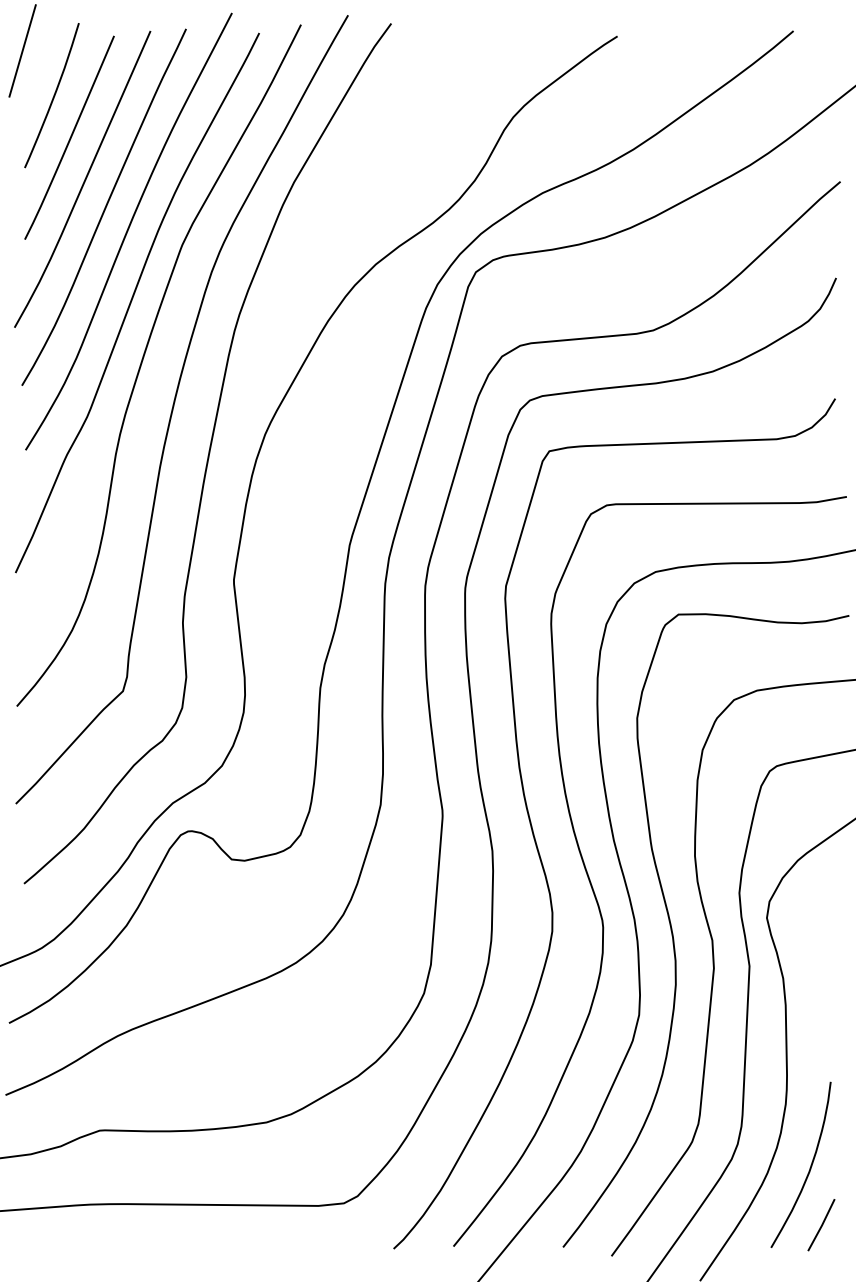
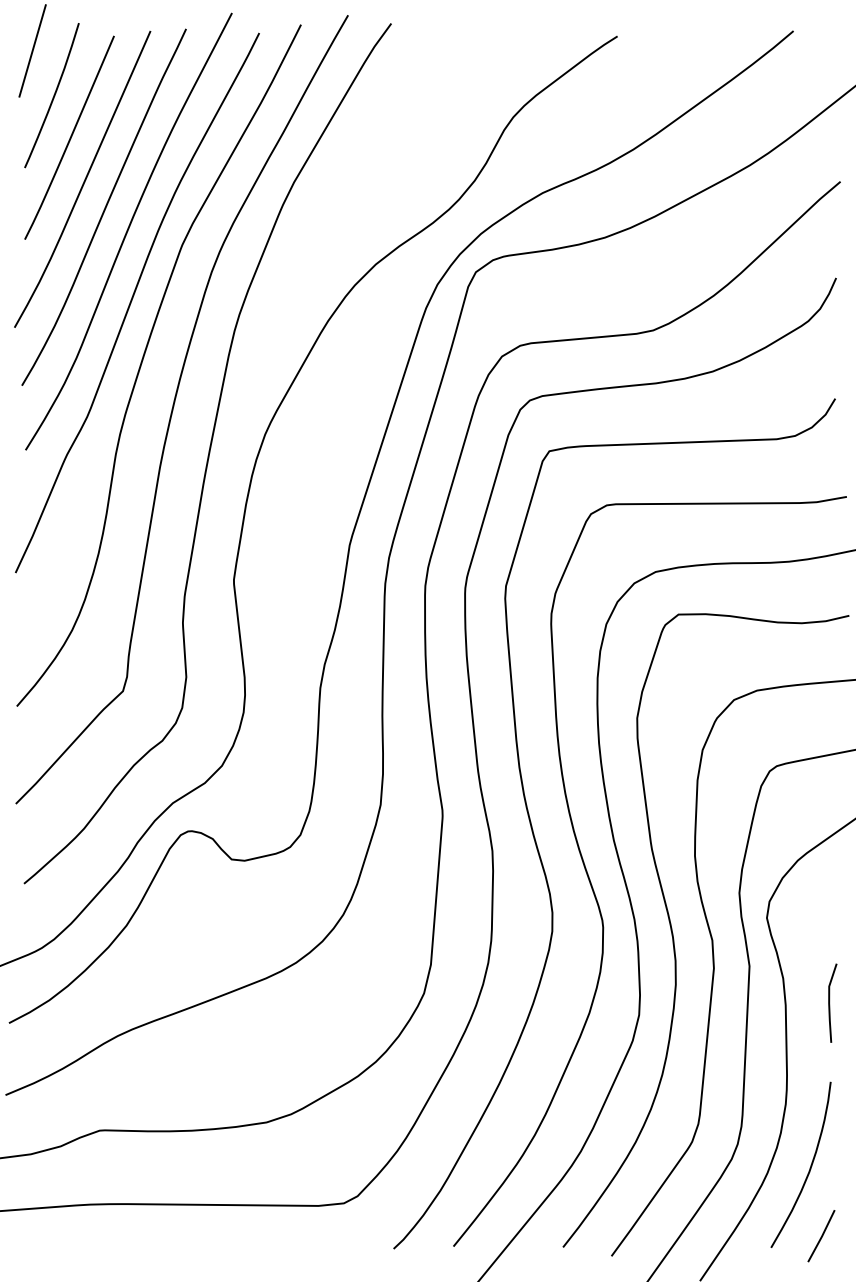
line at (22, 50) position: (22, 50) -> (32, 50)
line at (830, 1001): none -> present
line at (821, 1225) position: (821, 1225) -> (821, 1236)
